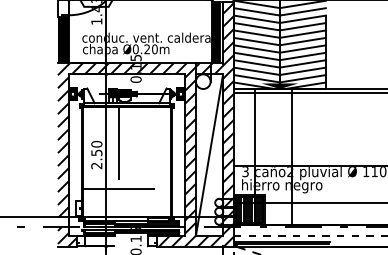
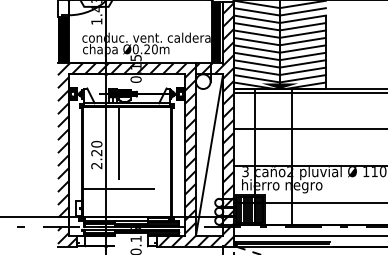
line at (309, 129): none -> present
text at (96, 152): 2.50 -> 2.20
line at (310, 235): dashed -> solid
